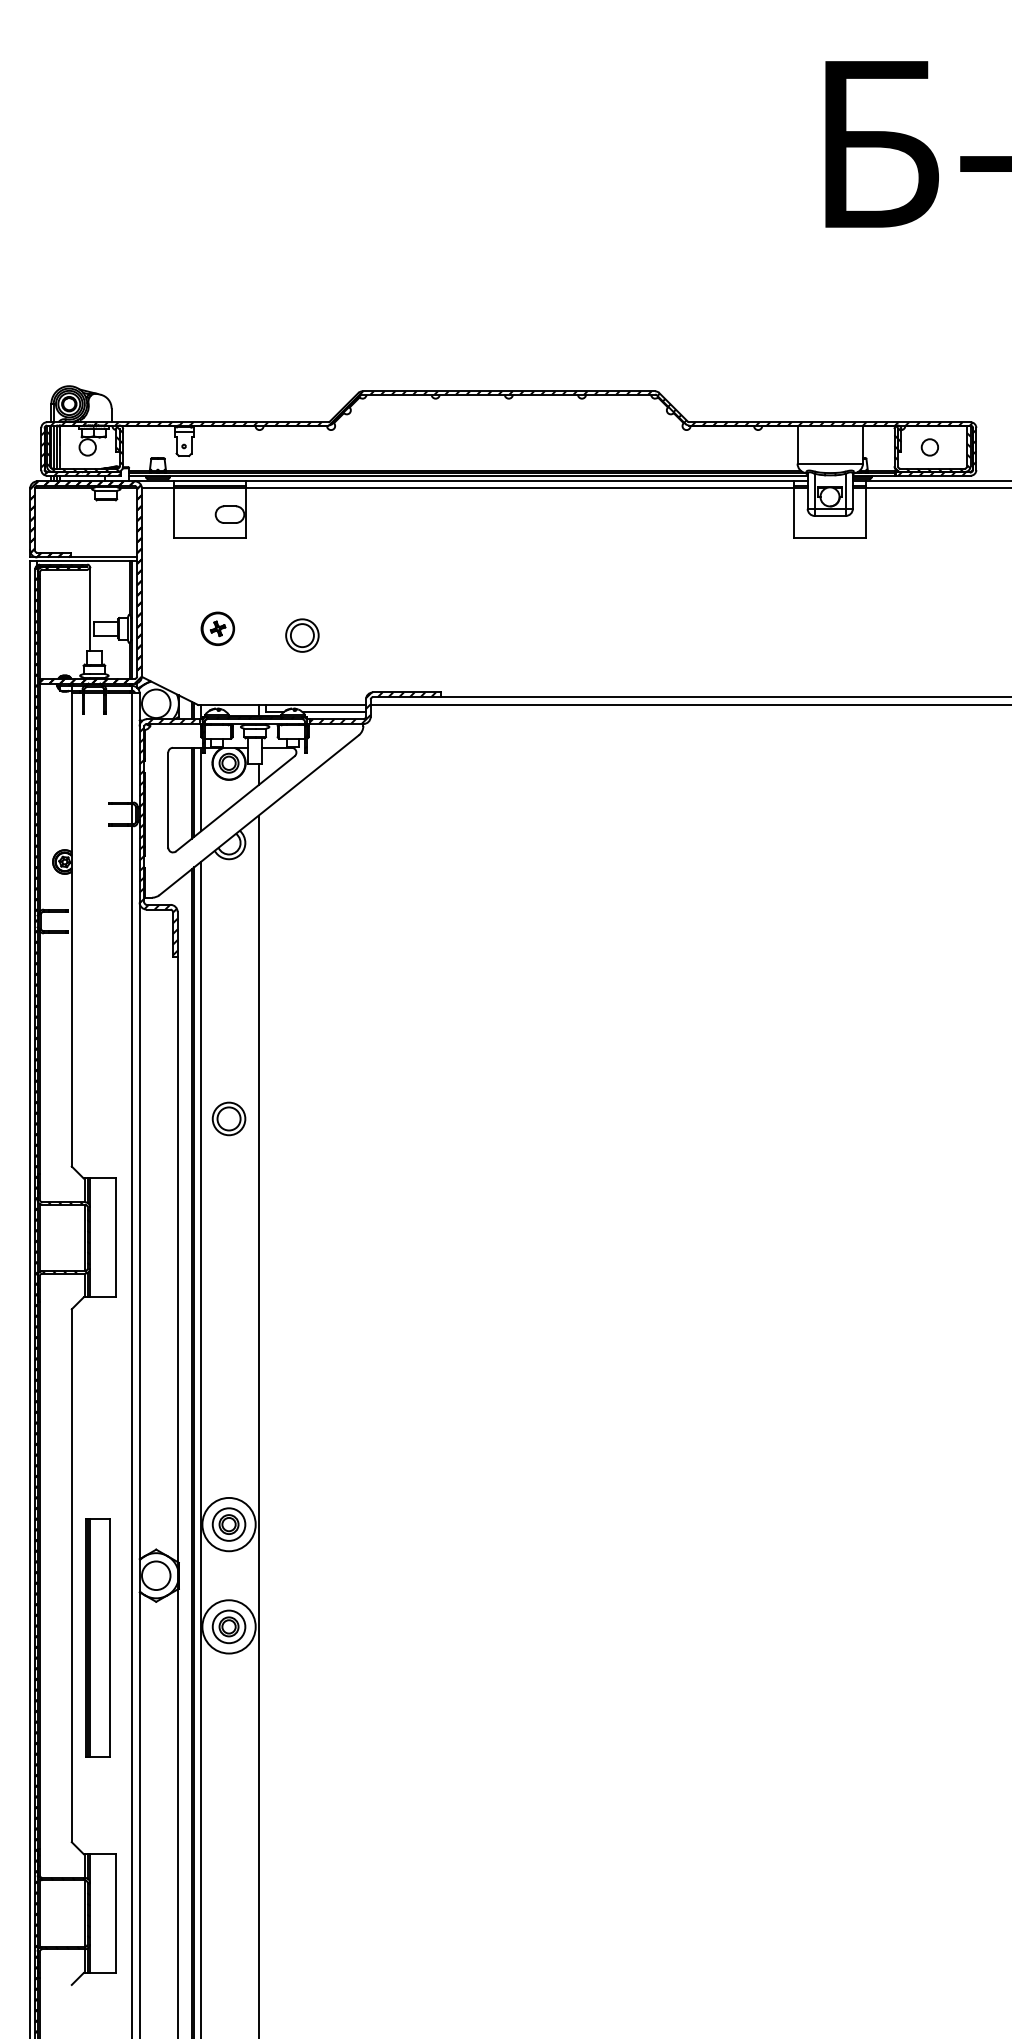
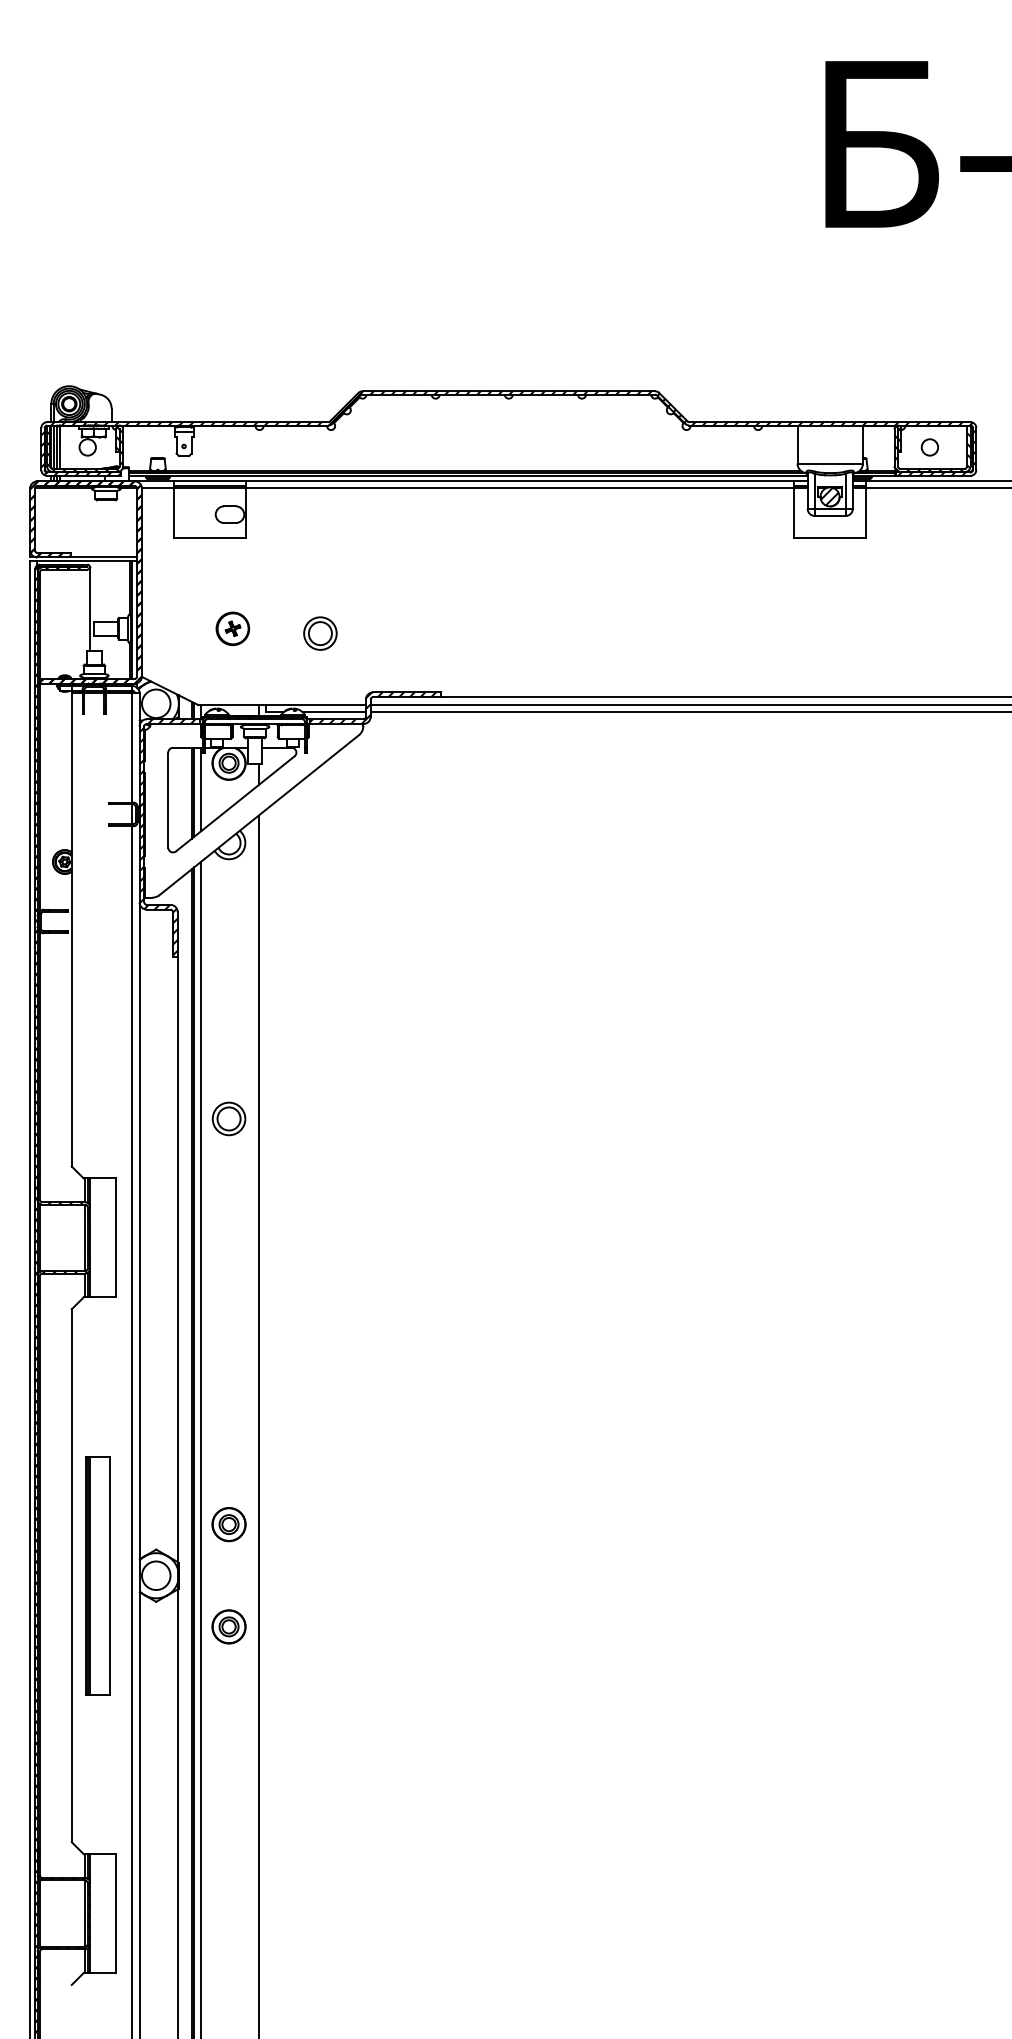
hatch at (829, 496): none -> present
part at (217, 628) position: (217, 628) -> (232, 628)
part at (302, 635) position: (302, 635) -> (320, 633)
line at (689, 712): none -> present
circle at (228, 1524) diameter: 53 px -> 33 px
circle at (228, 1626) diameter: 53 px -> 33 px
part at (97, 1637) position: (97, 1637) -> (97, 1575)
